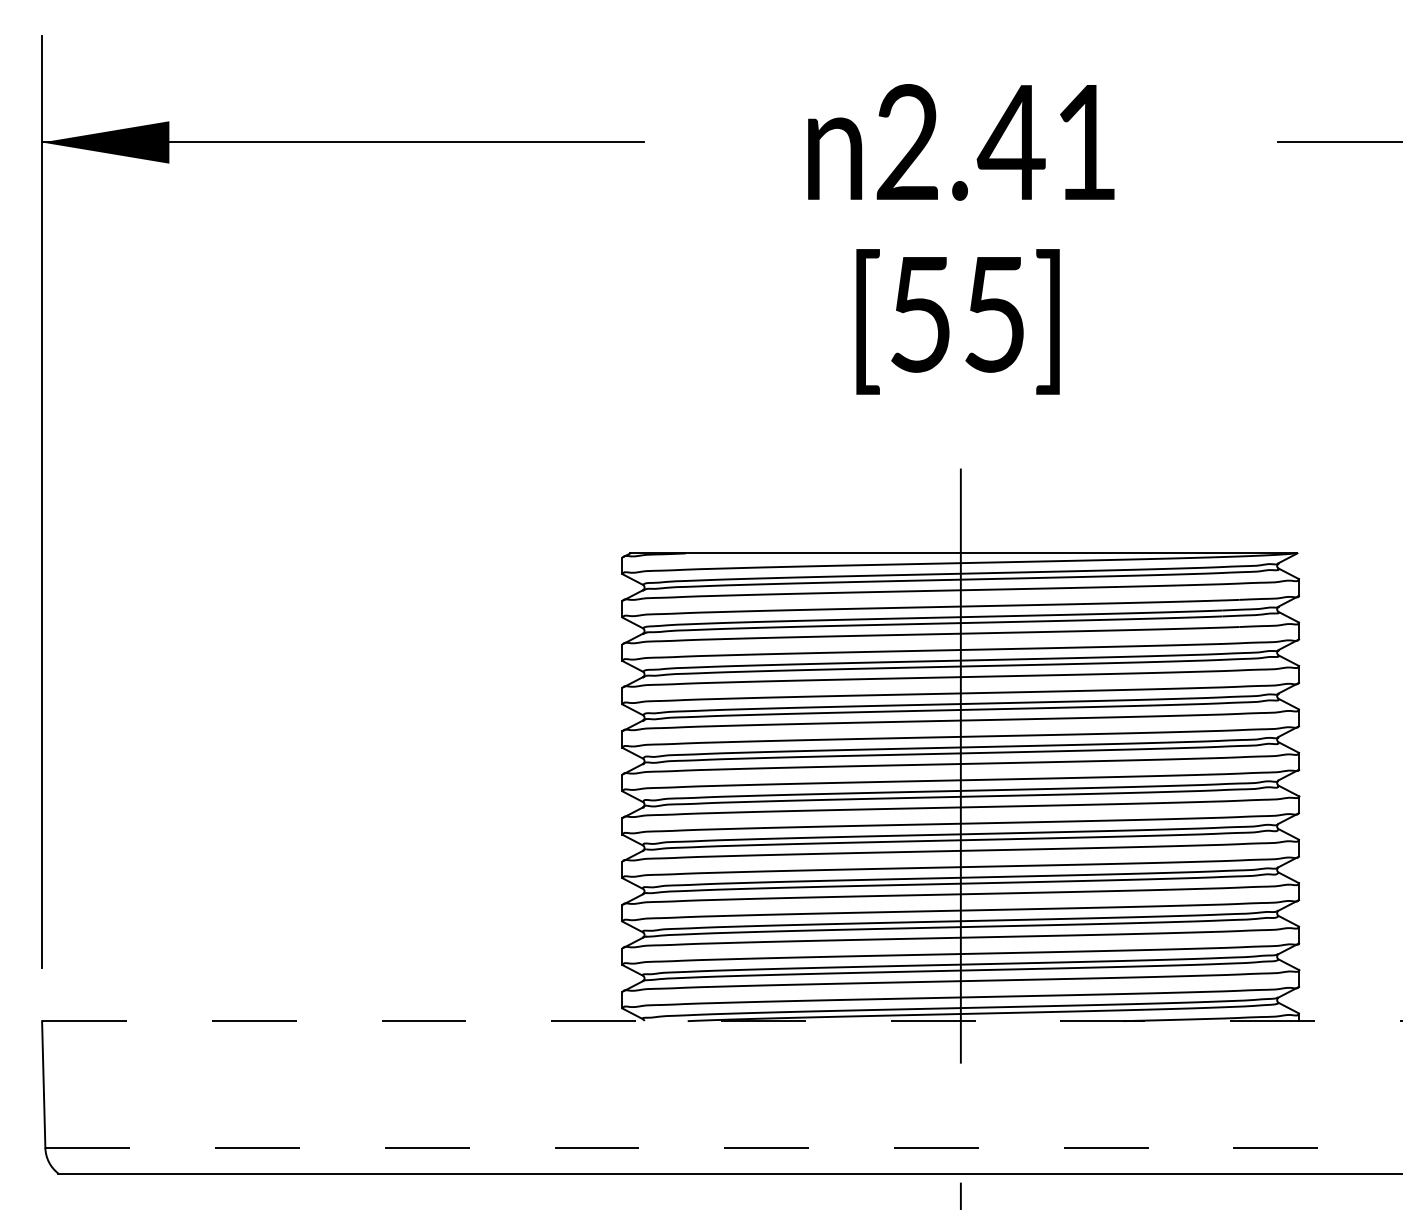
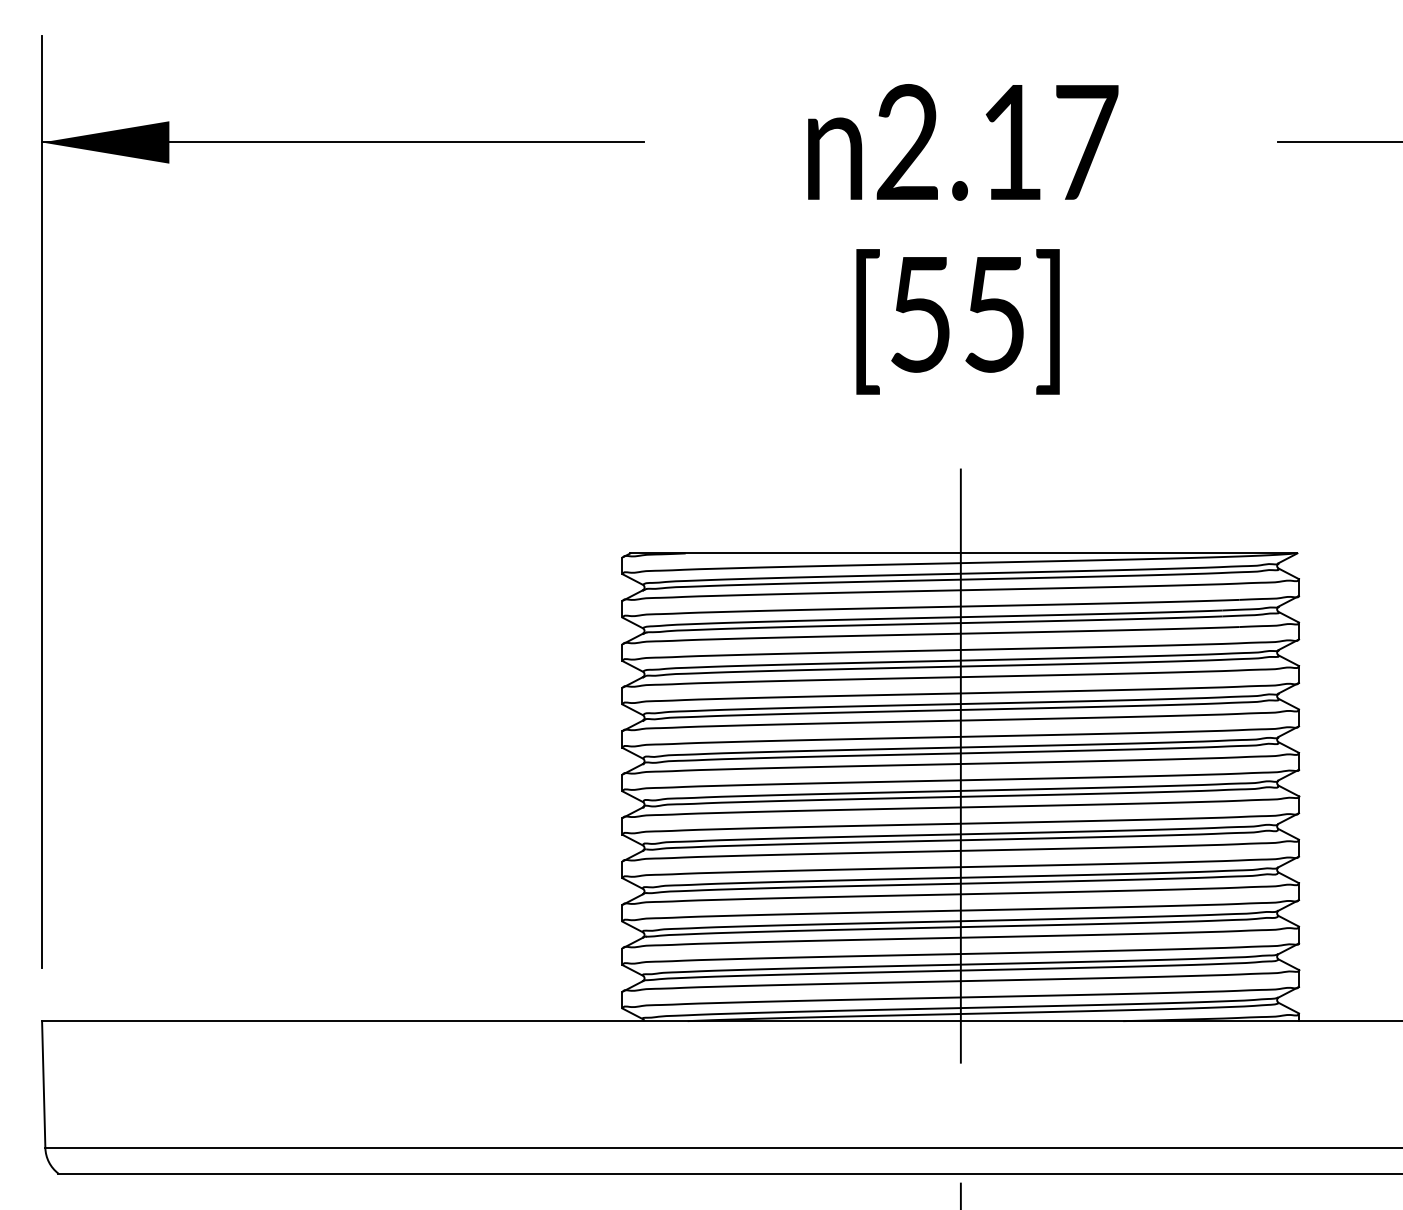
text at (1047, 142): 2.41 -> 2.17
line at (722, 1021): dashed -> solid
line at (724, 1147): dashed -> solid
